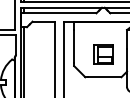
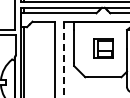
part at (103, 54) position: (103, 54) -> (103, 48)
line at (63, 60): solid -> dashed
